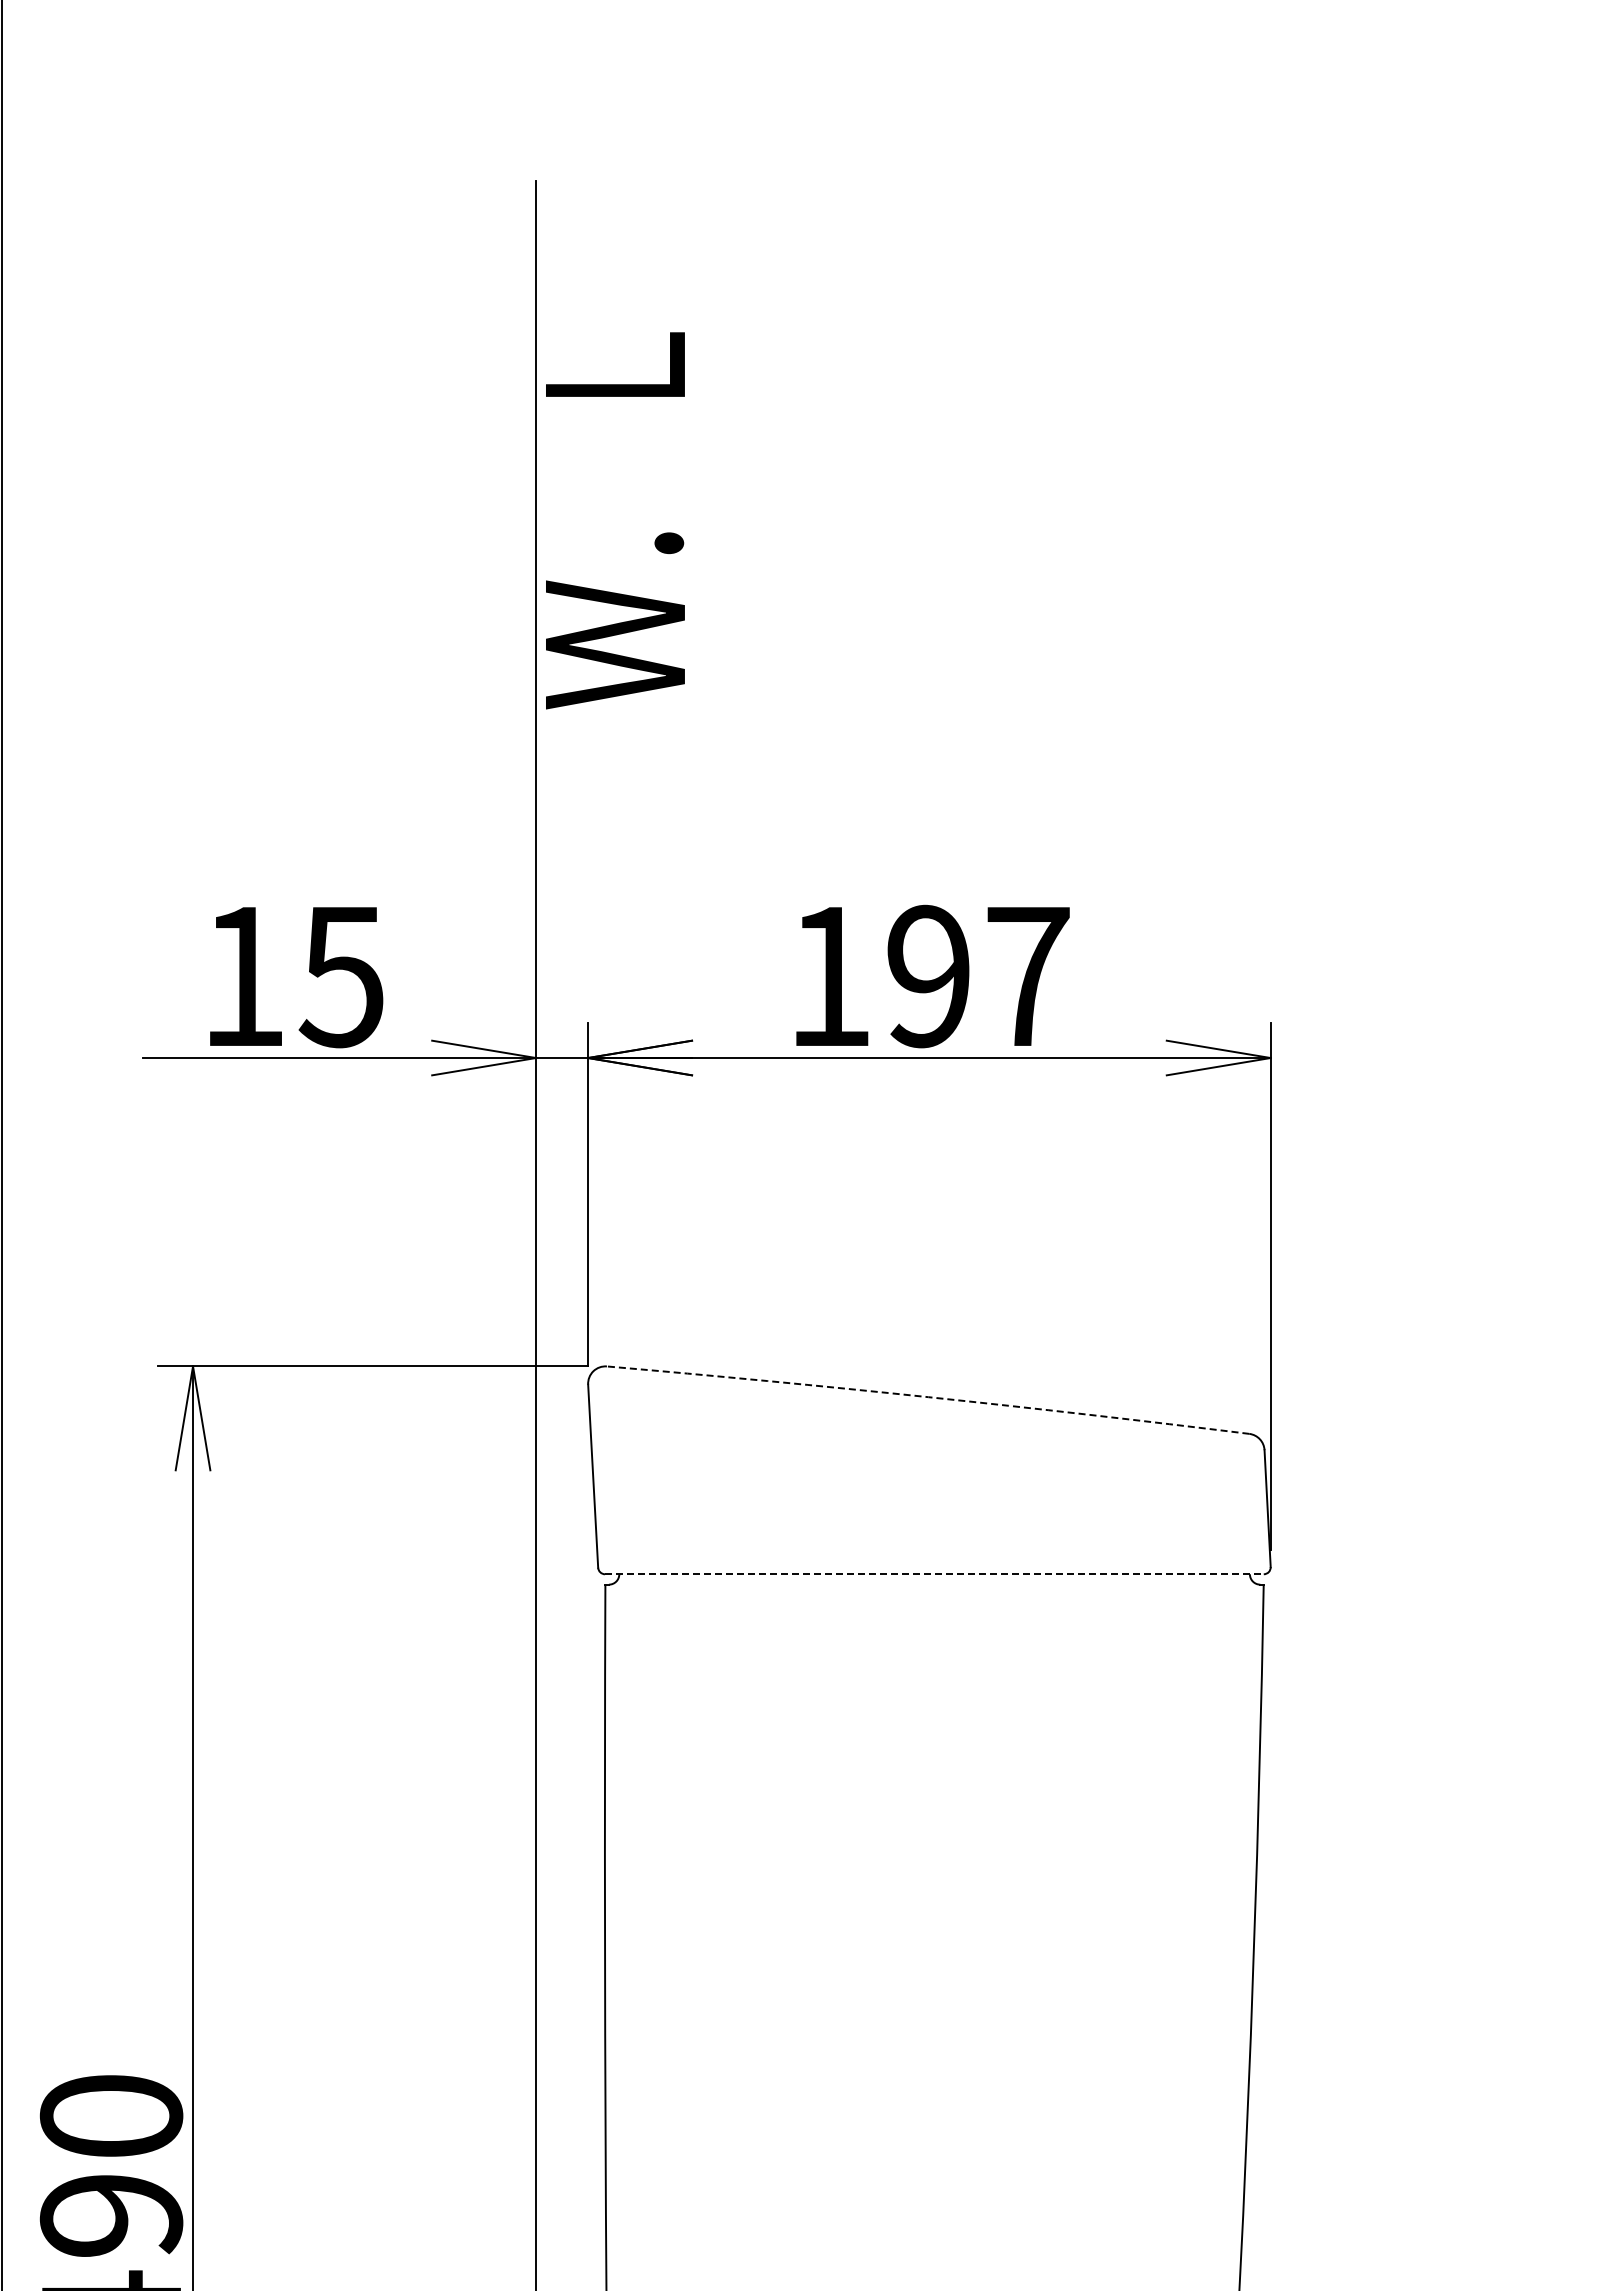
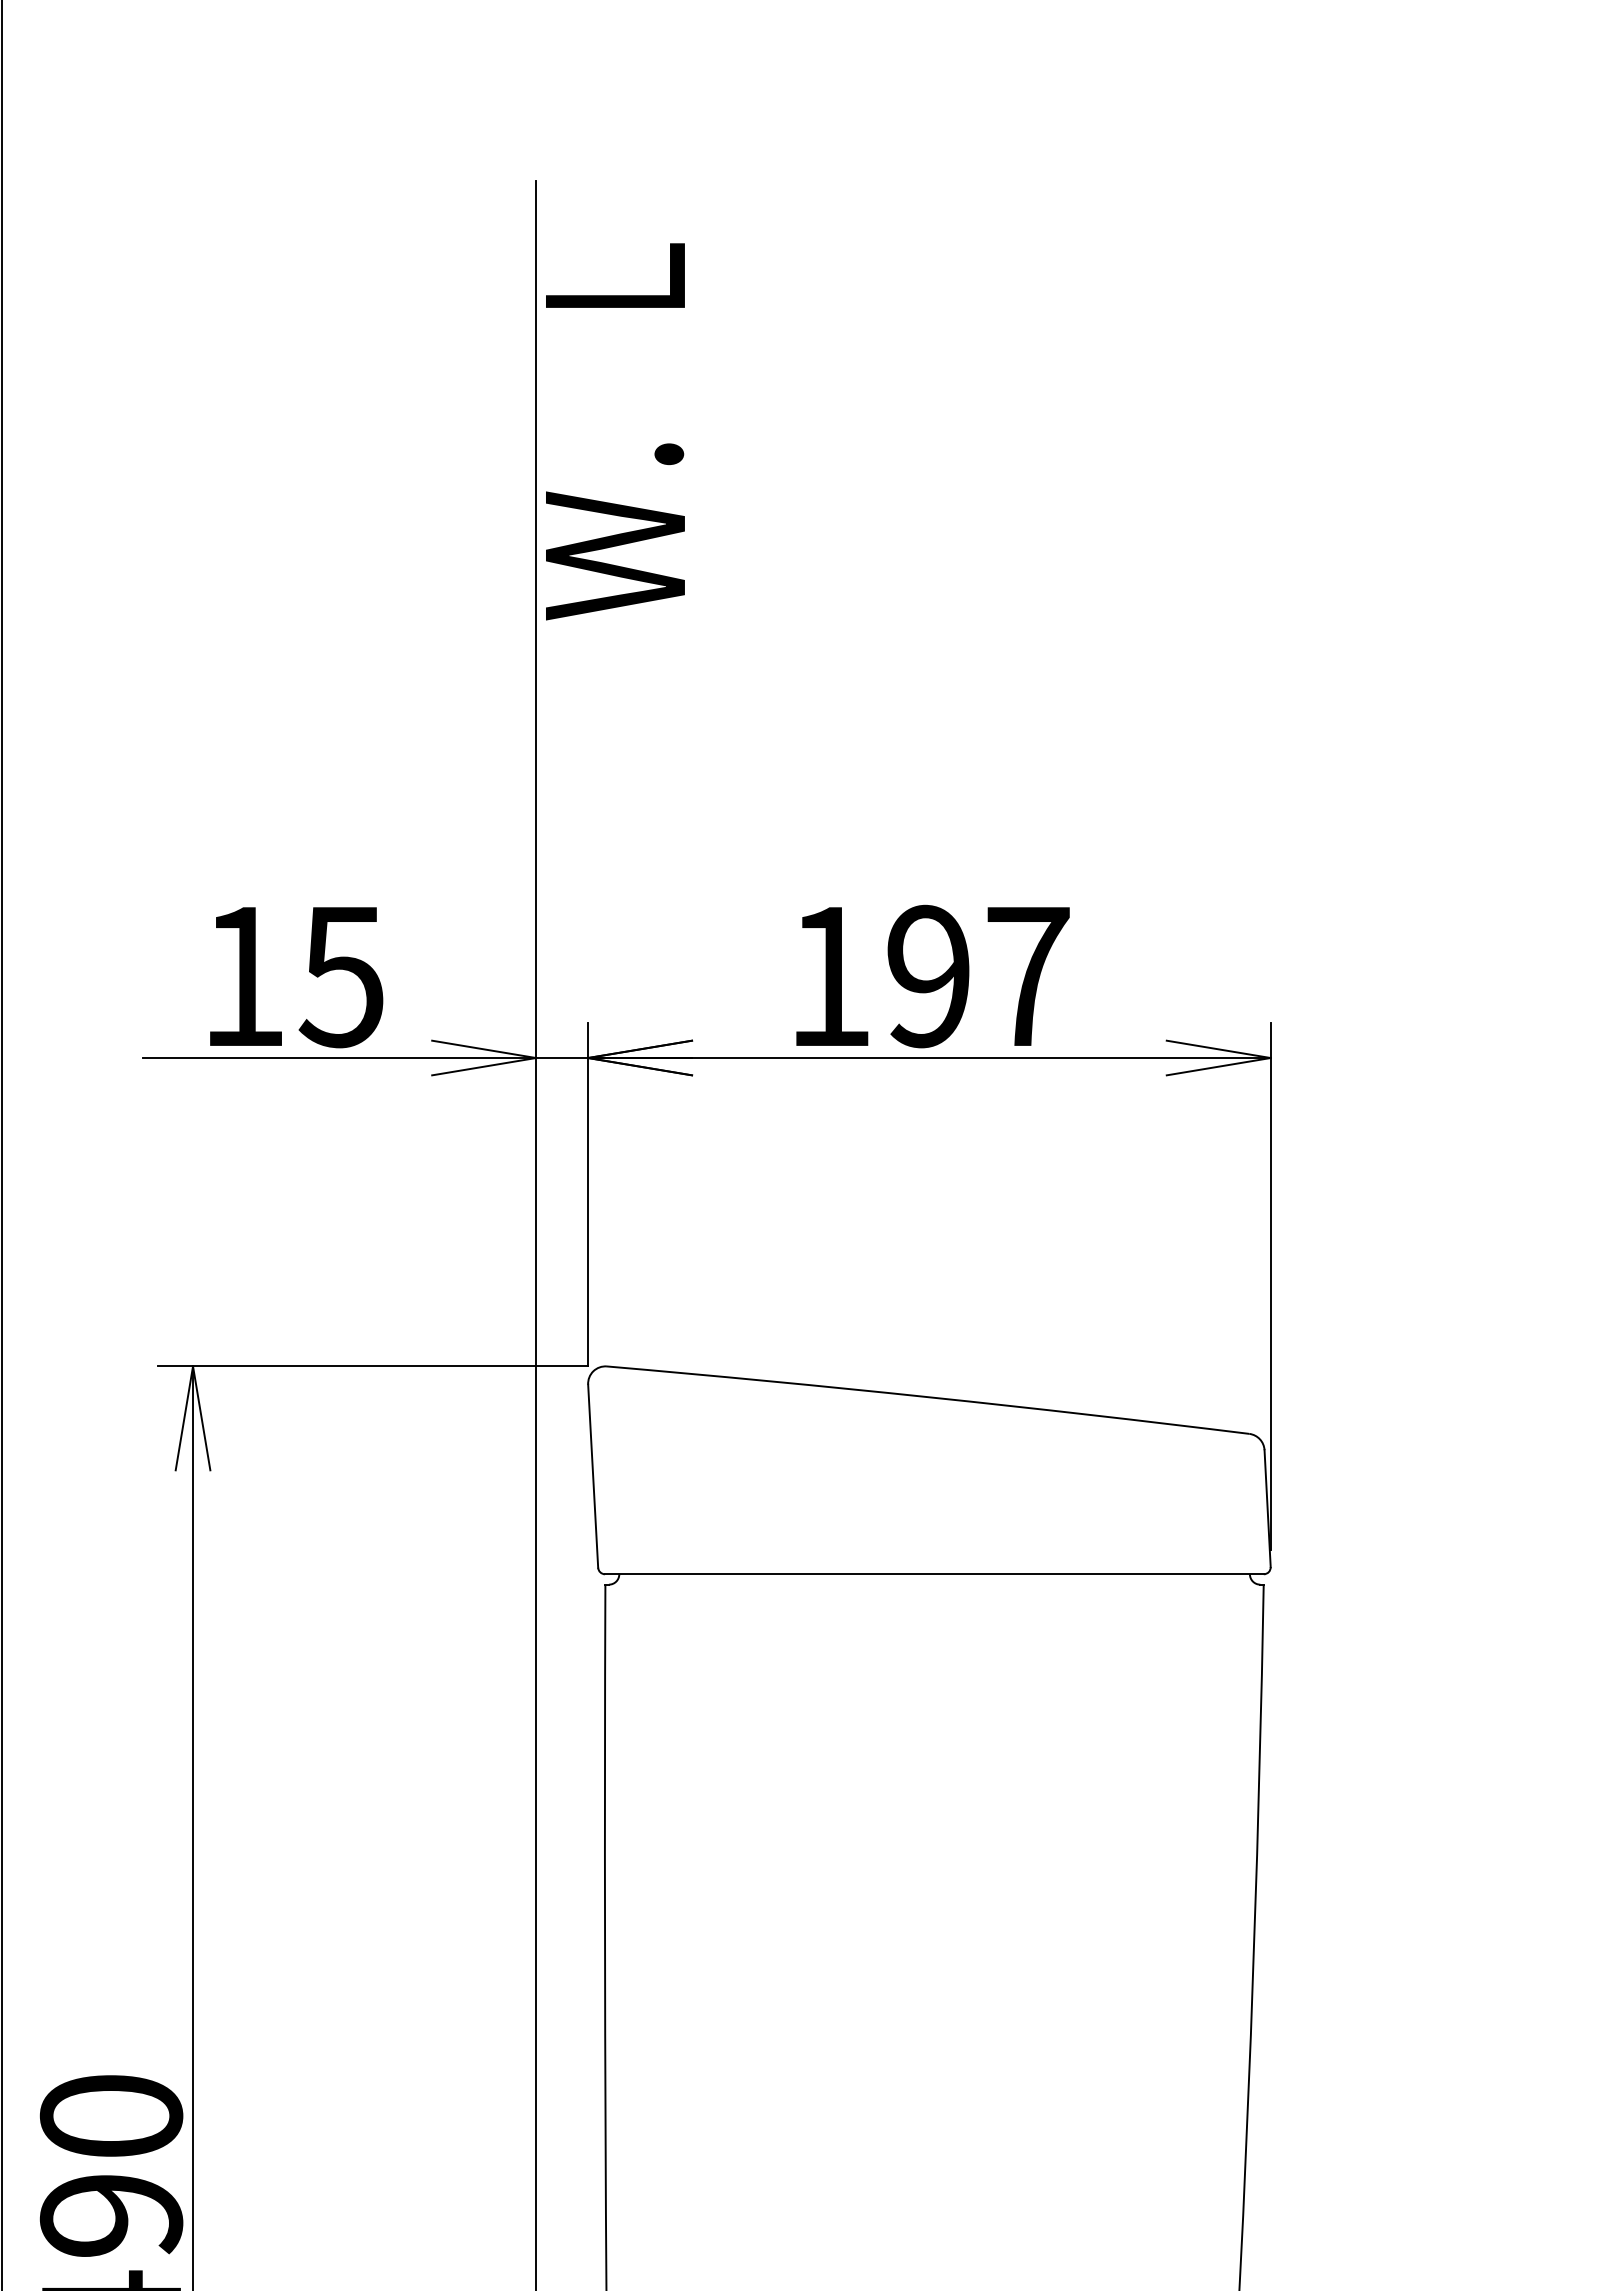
text at (615, 520) position: (615, 520) -> (615, 431)
arc at (928, 1397): dashed -> solid
line at (934, 1574): dashed -> solid
